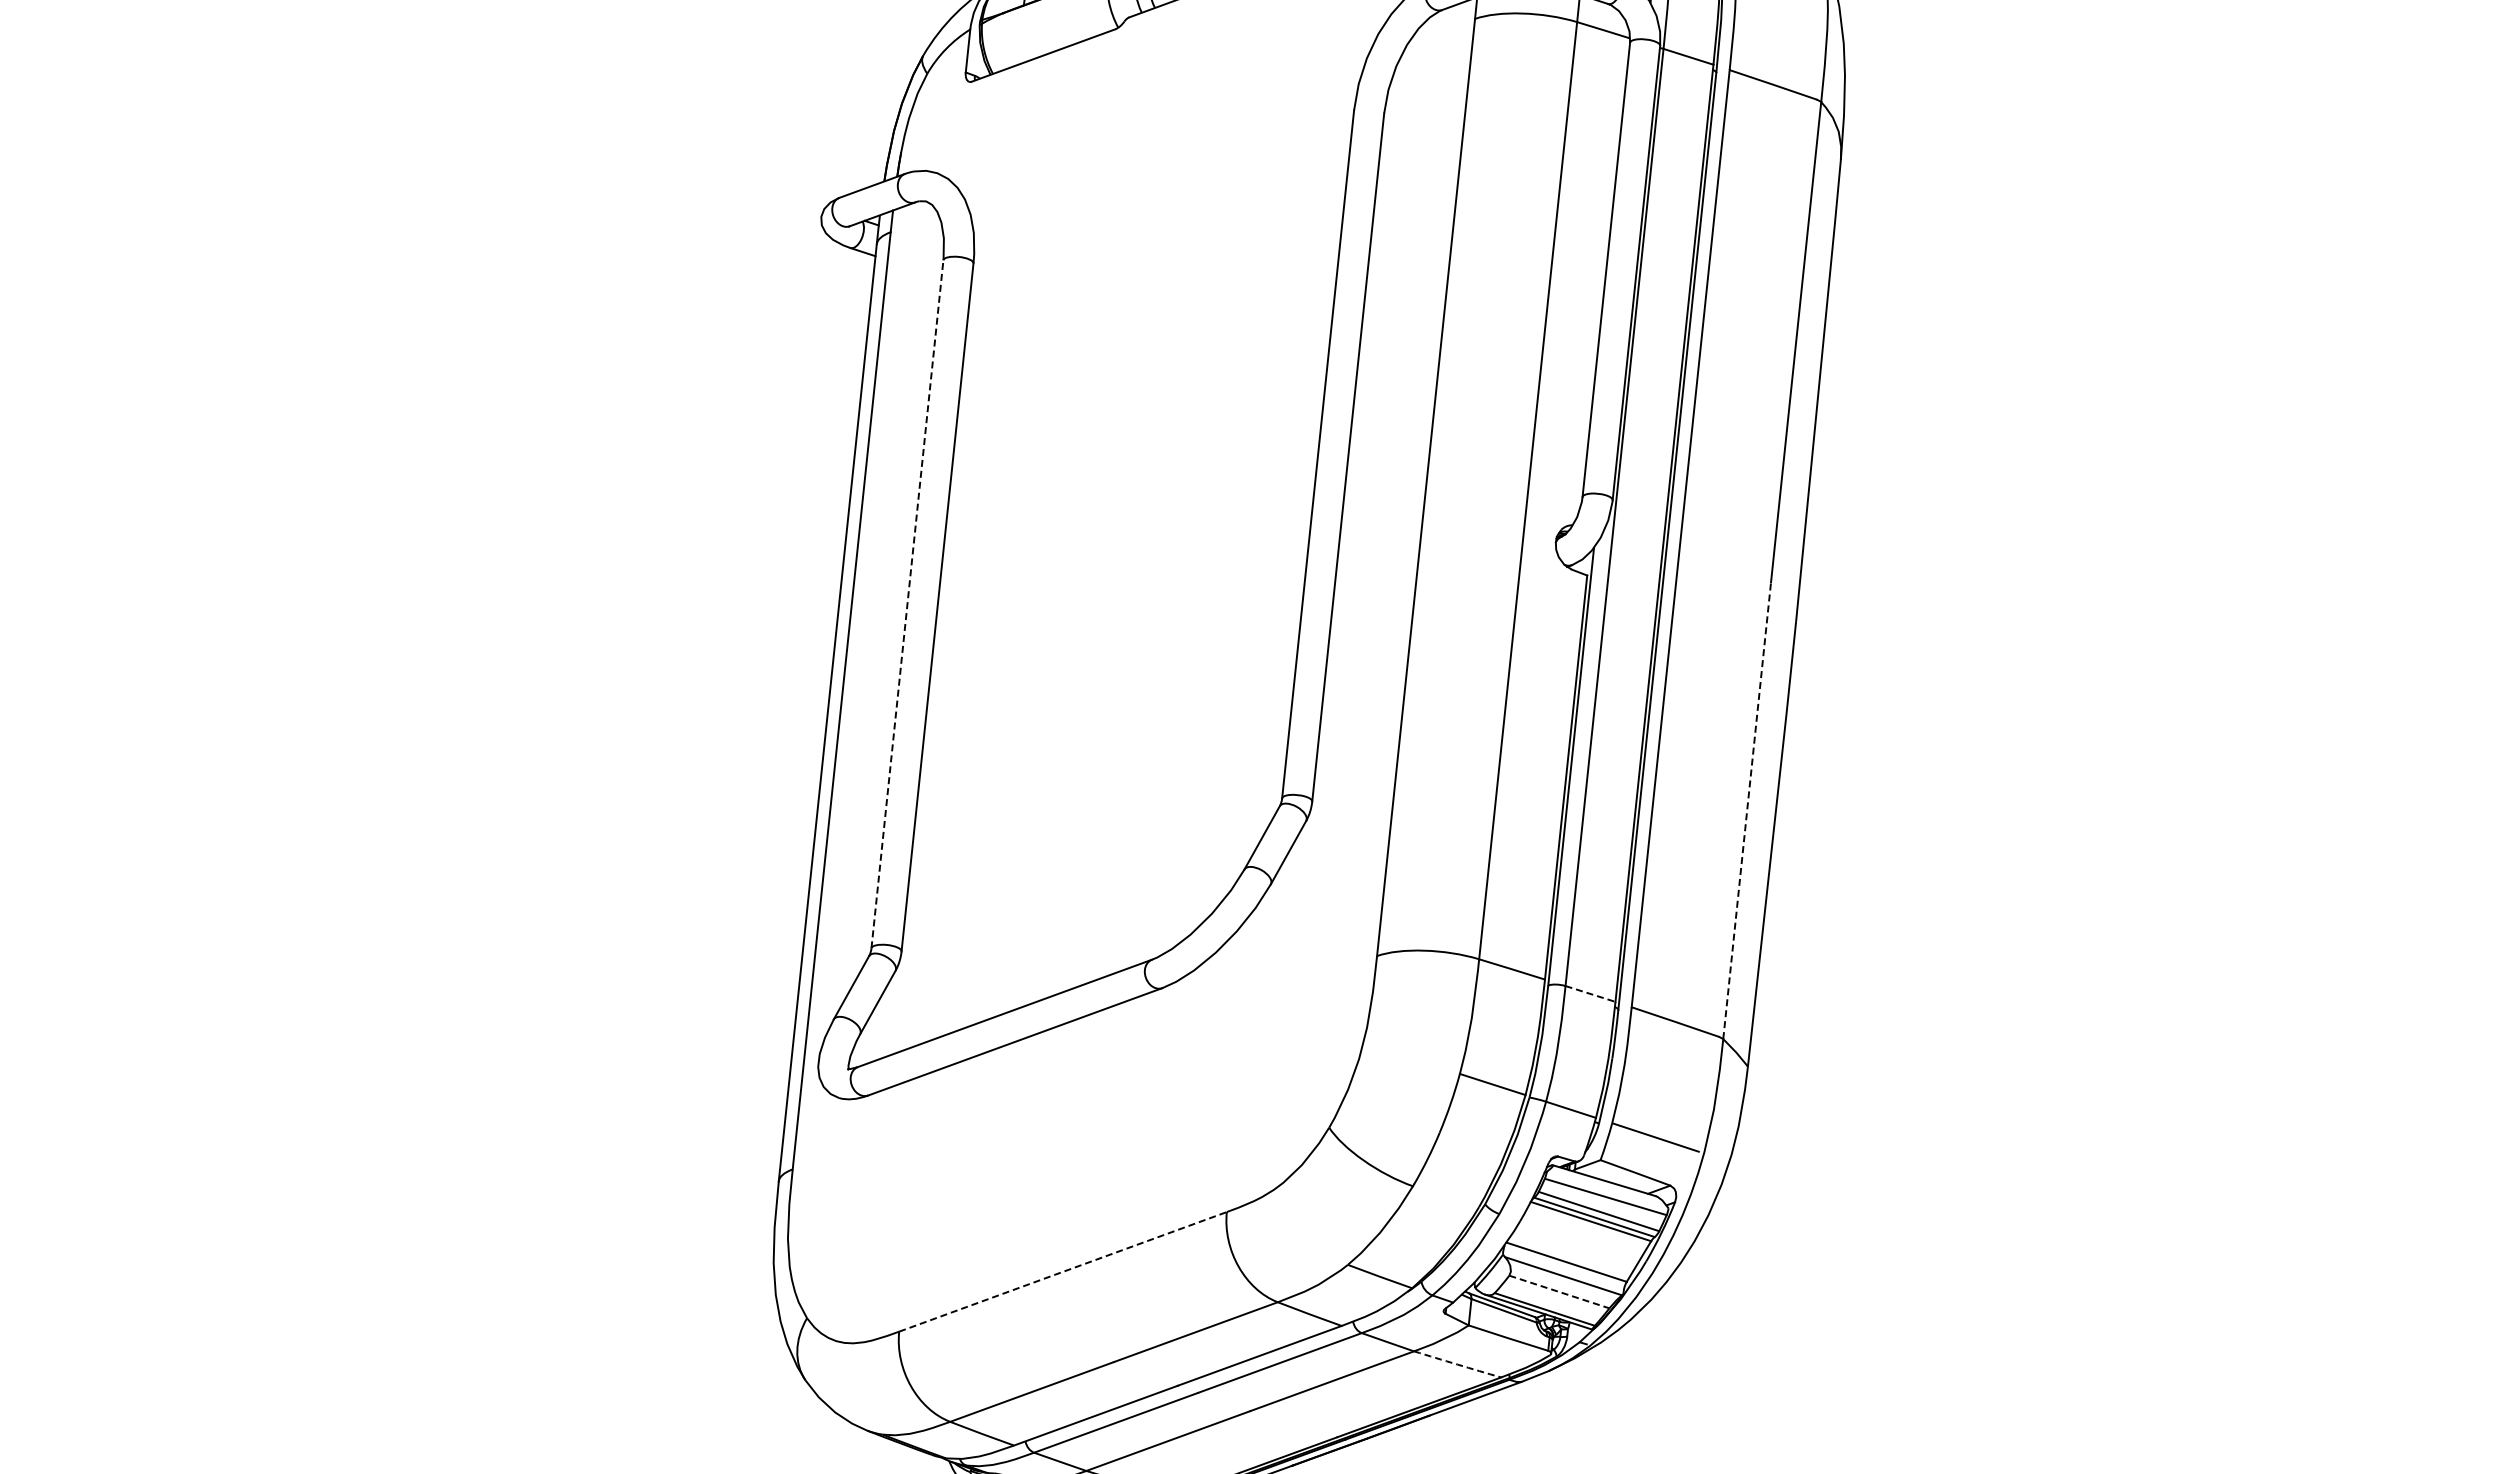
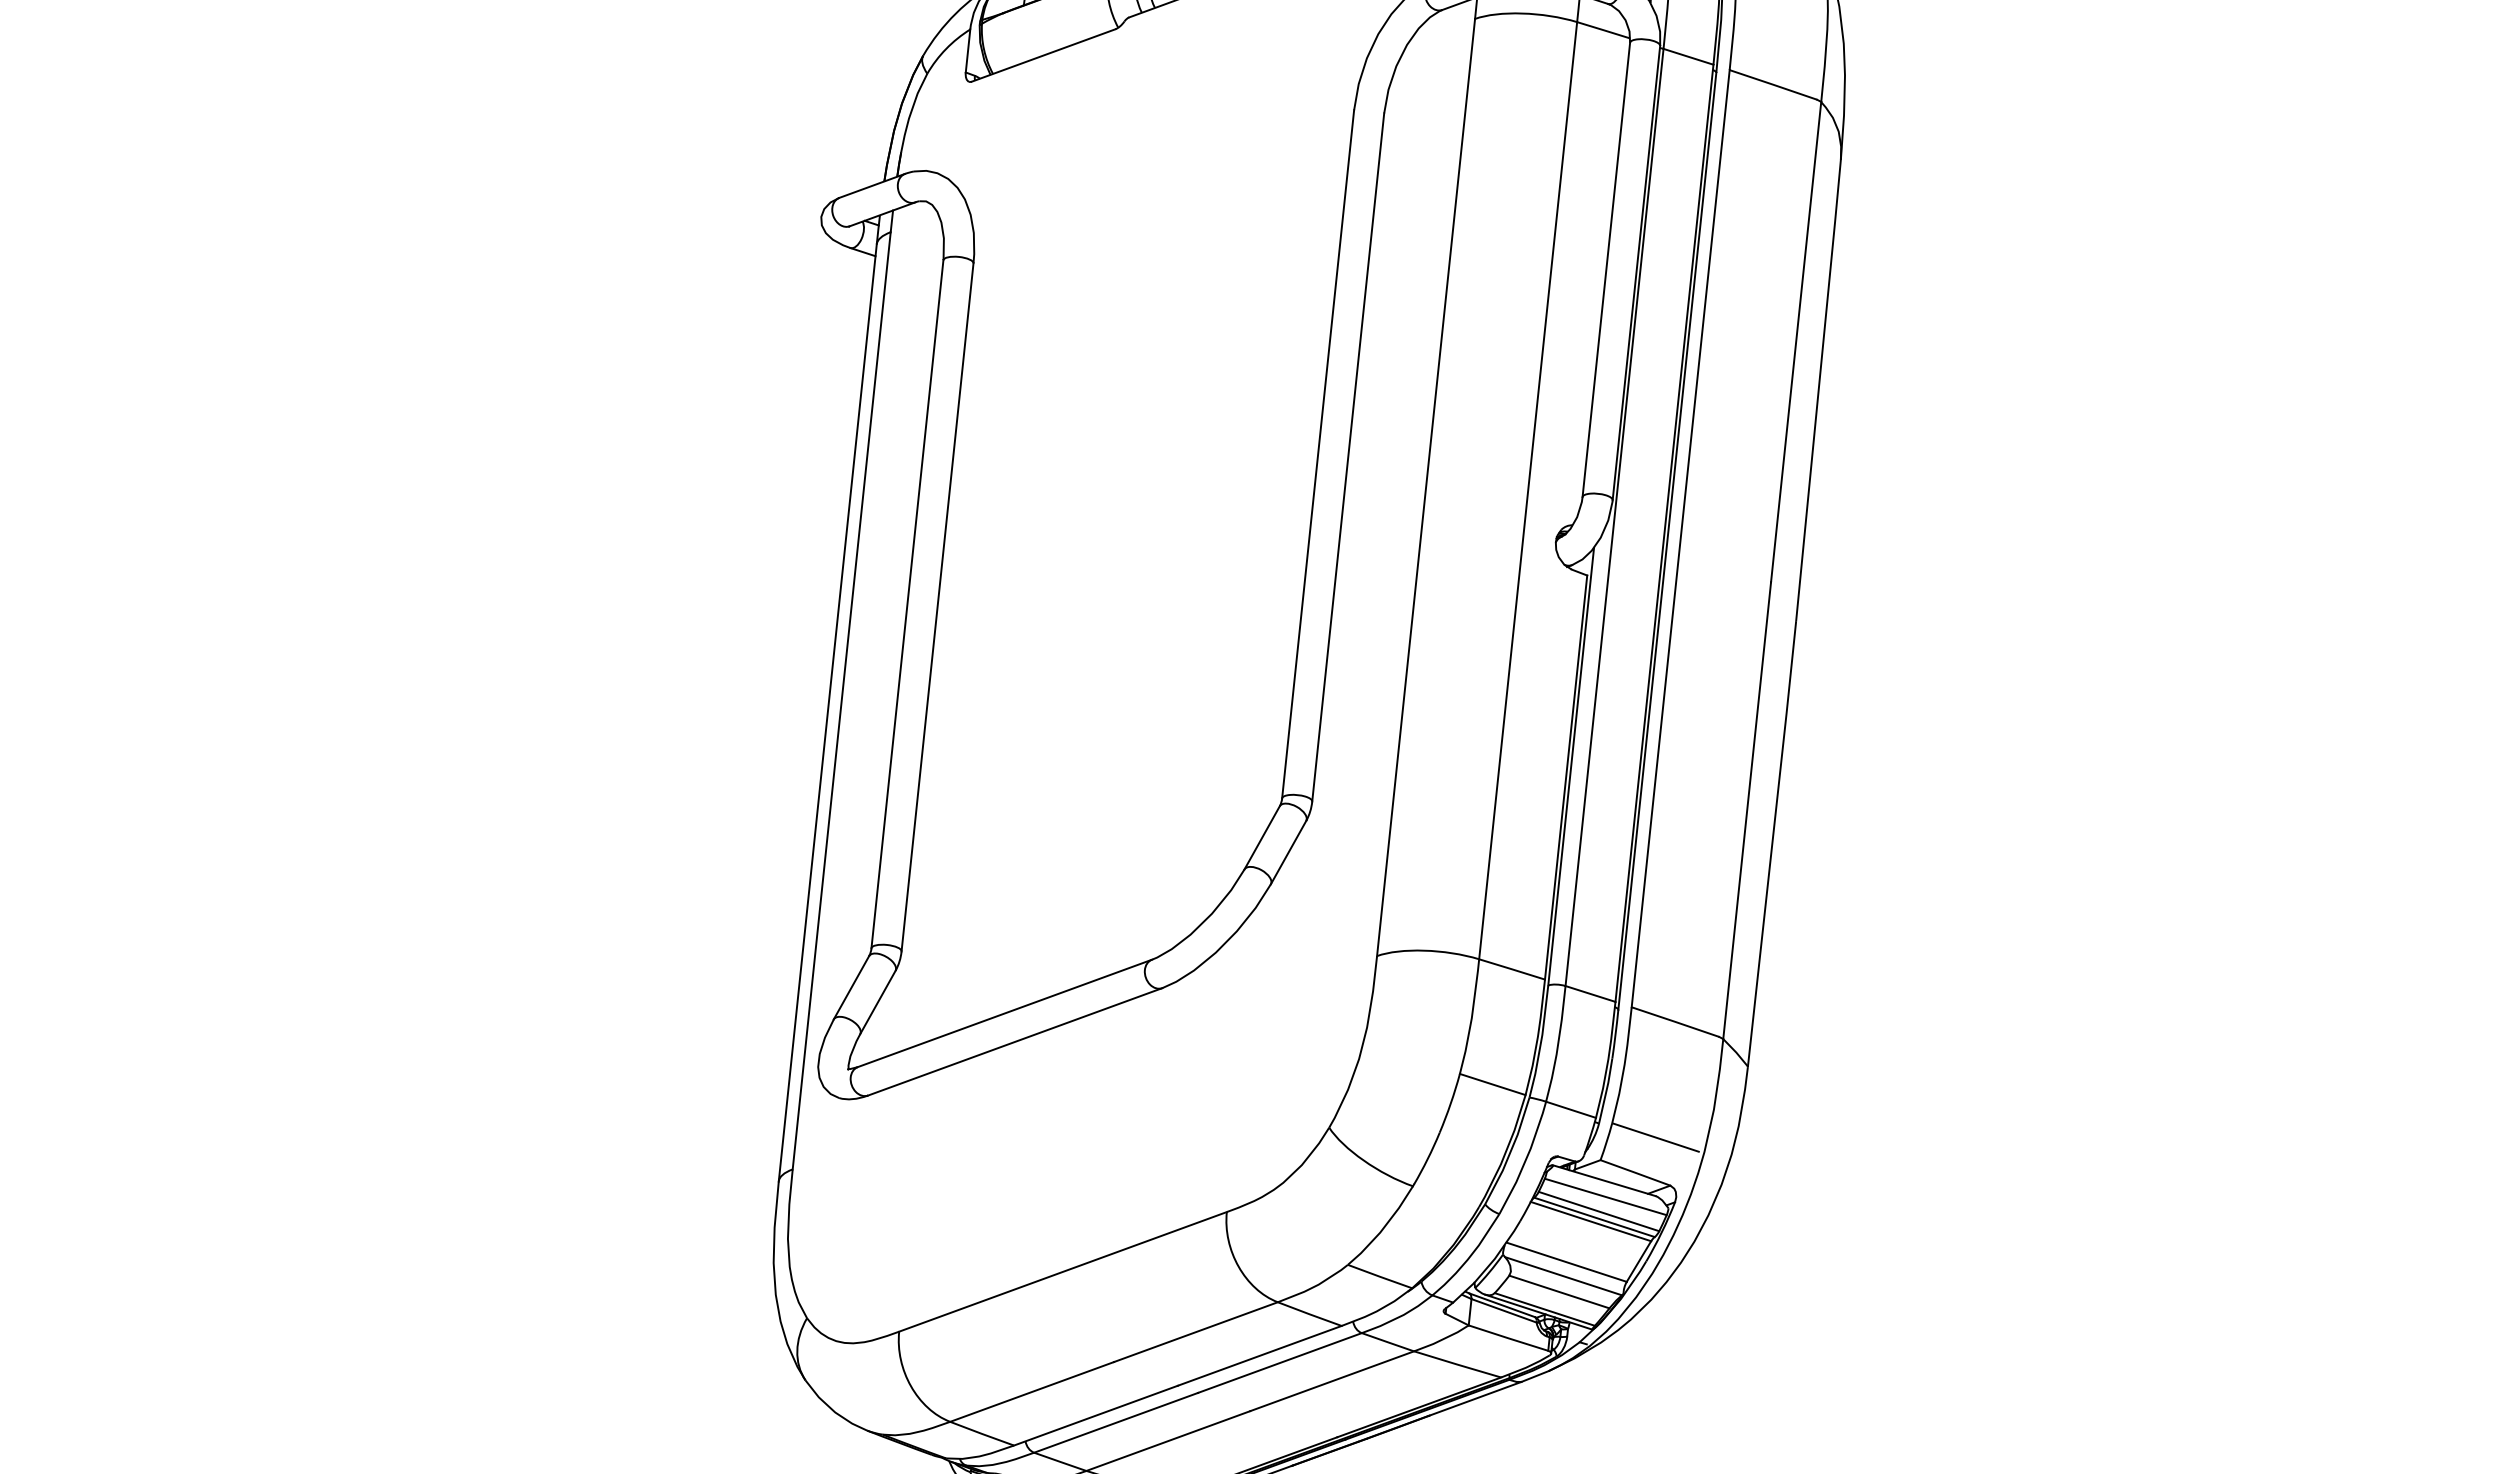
line at (907, 604): dashed -> solid
line at (1747, 810): dashed -> solid
line at (1591, 994): dashed -> solid
line at (1063, 1271): dashed -> solid
line at (1559, 1292): dashed -> solid
arc at (1457, 1364): dashed -> solid
